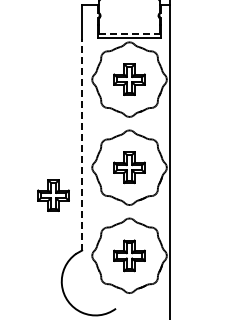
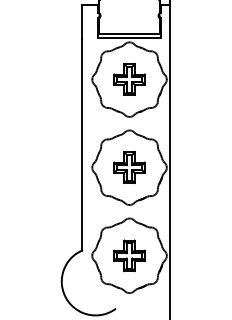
line at (129, 33): dashed -> solid
line at (82, 144): dashed -> solid
part at (53, 195): present -> none
